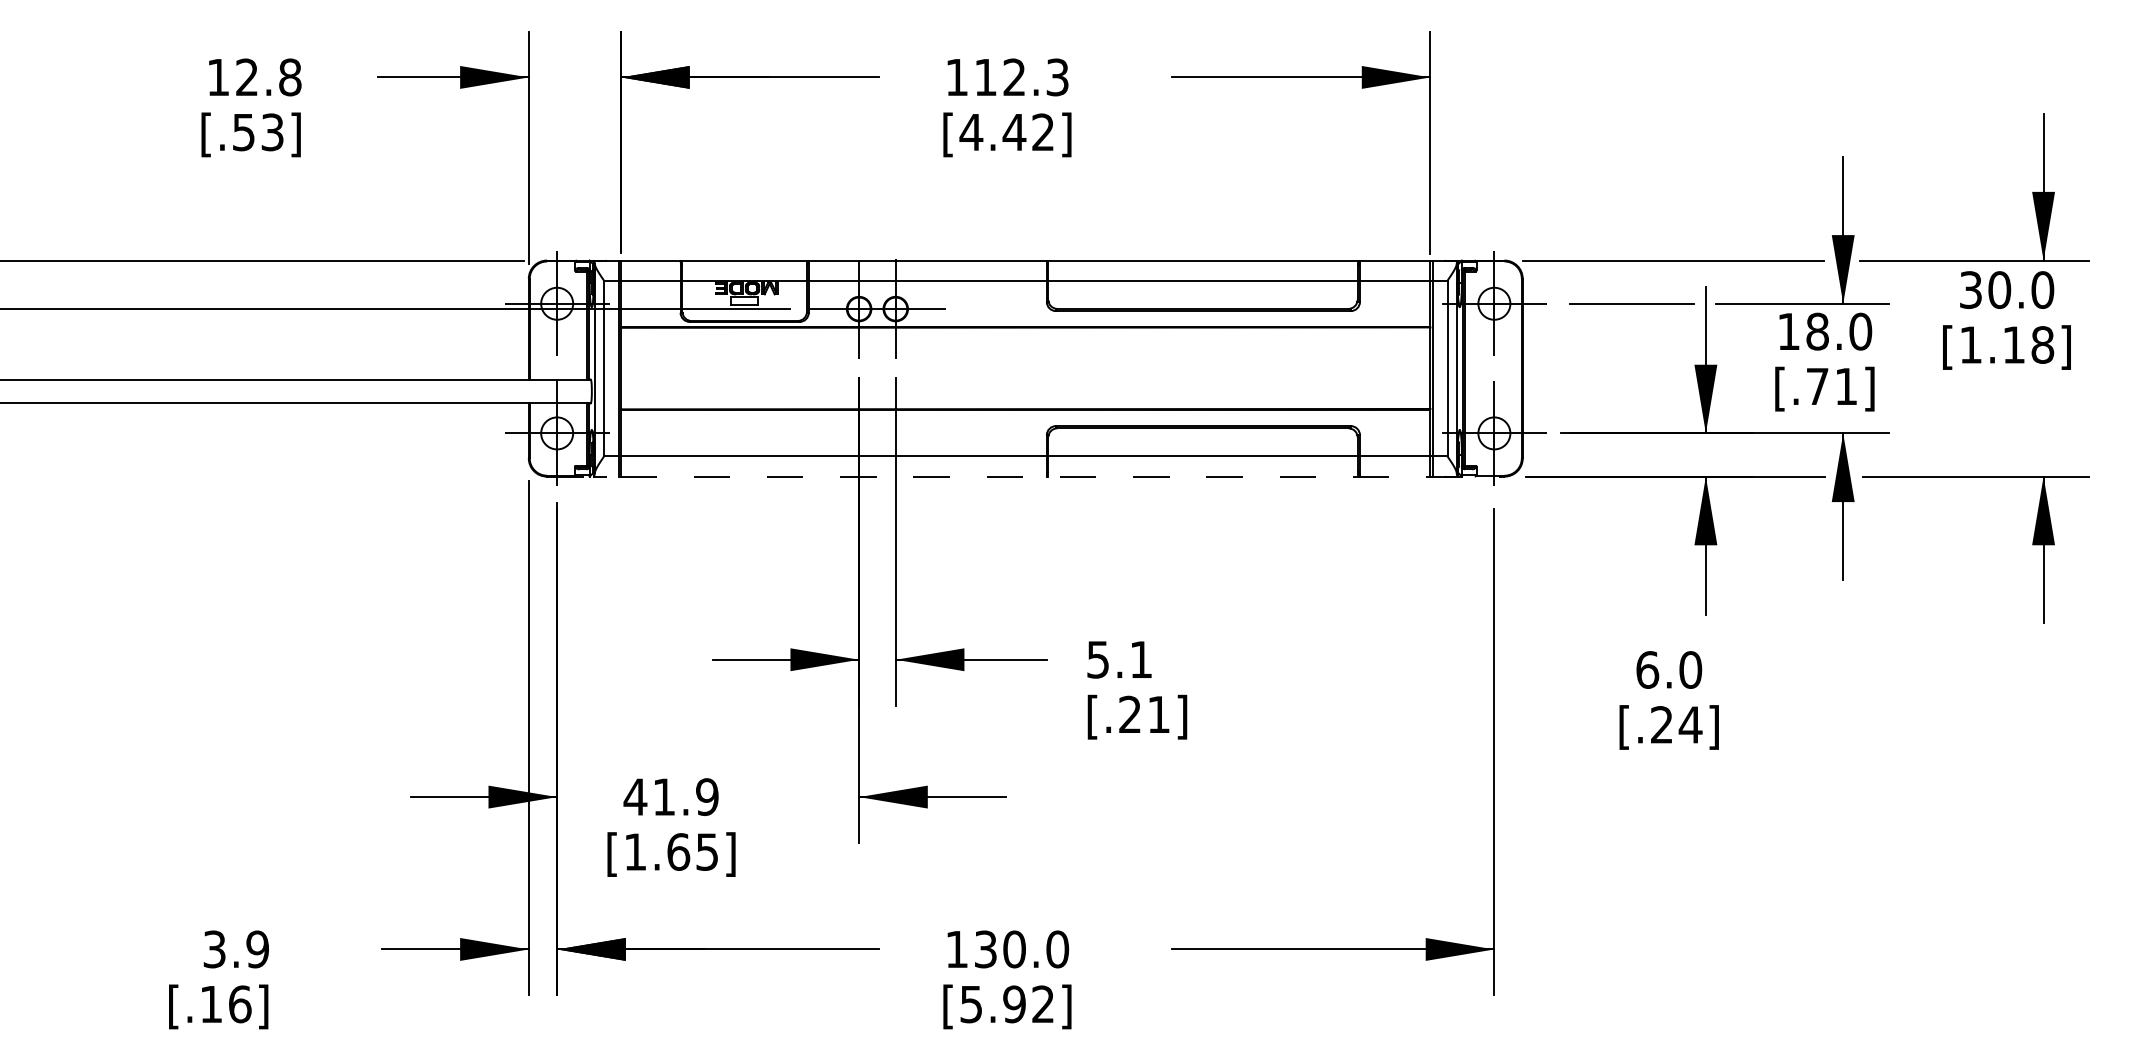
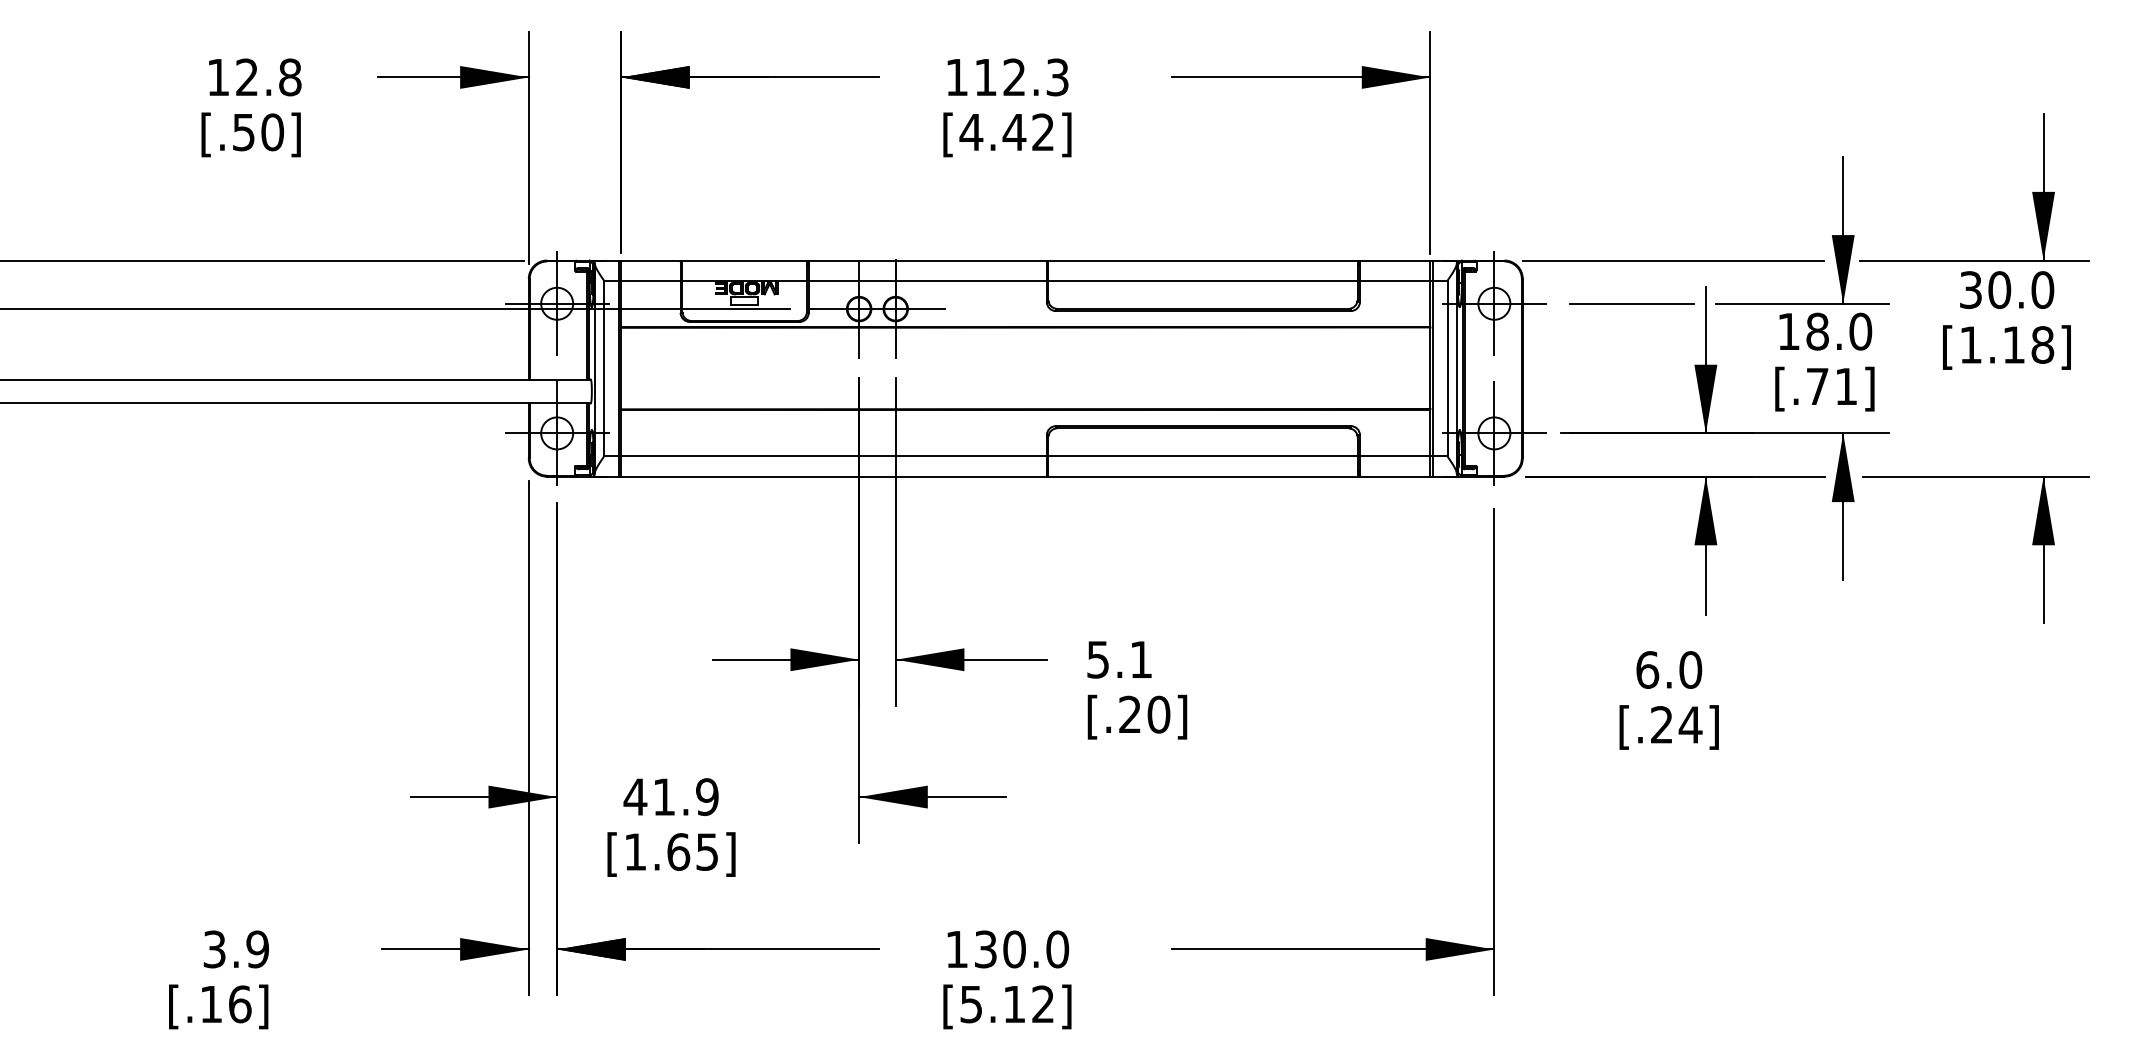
text at (272, 132): [.53] -> [.50]
line at (1025, 476): dashed -> solid
text at (1158, 714): [.21] -> [.20]
text at (1014, 1004): [5.92] -> [5.12]
